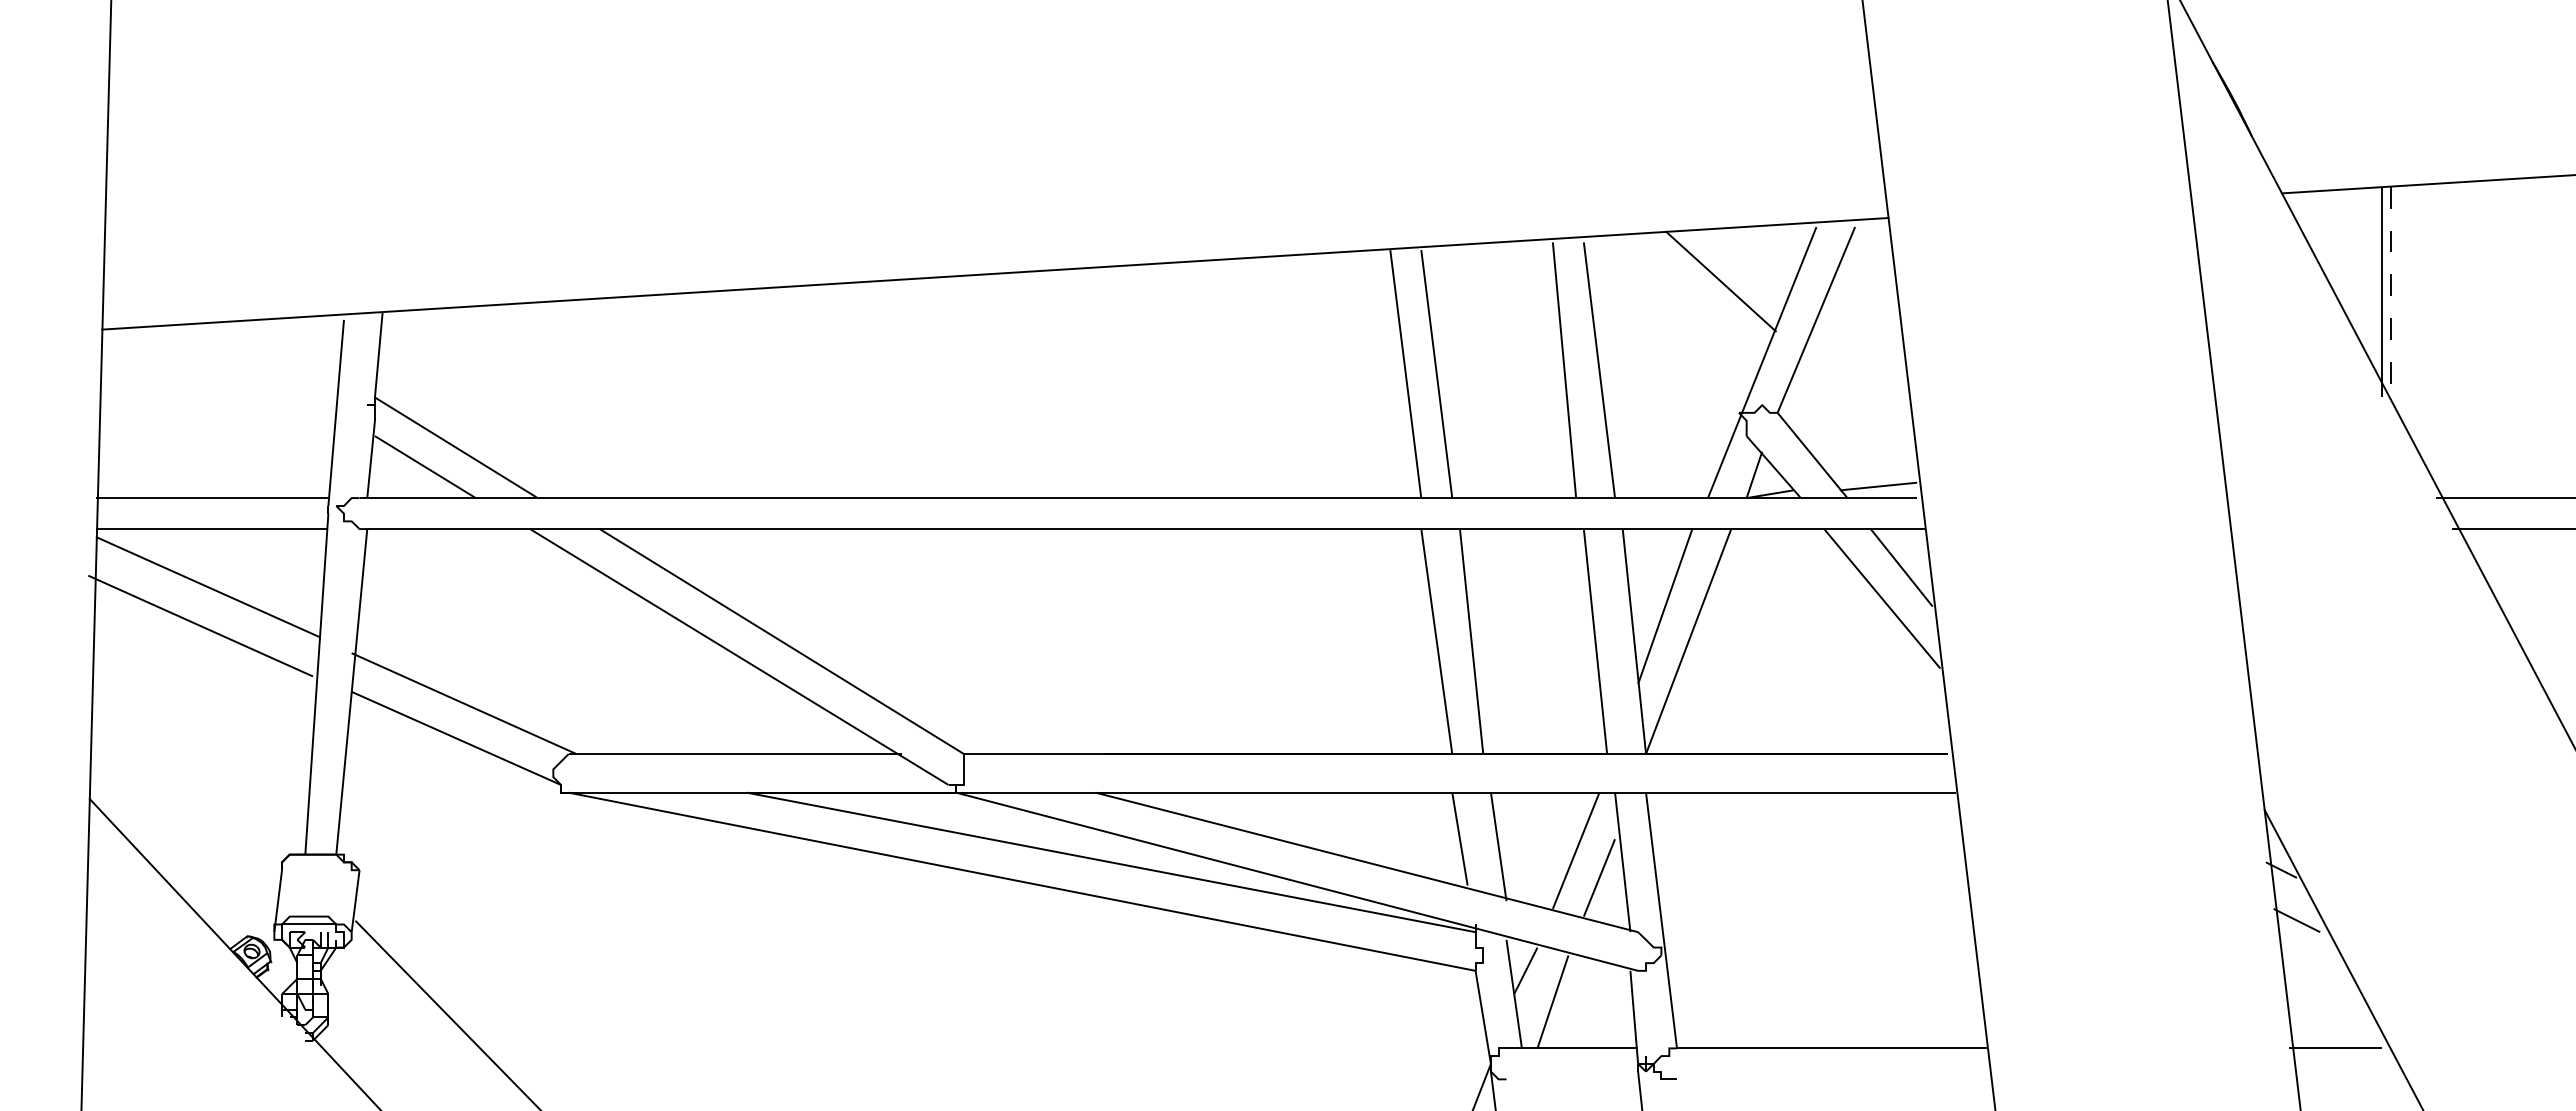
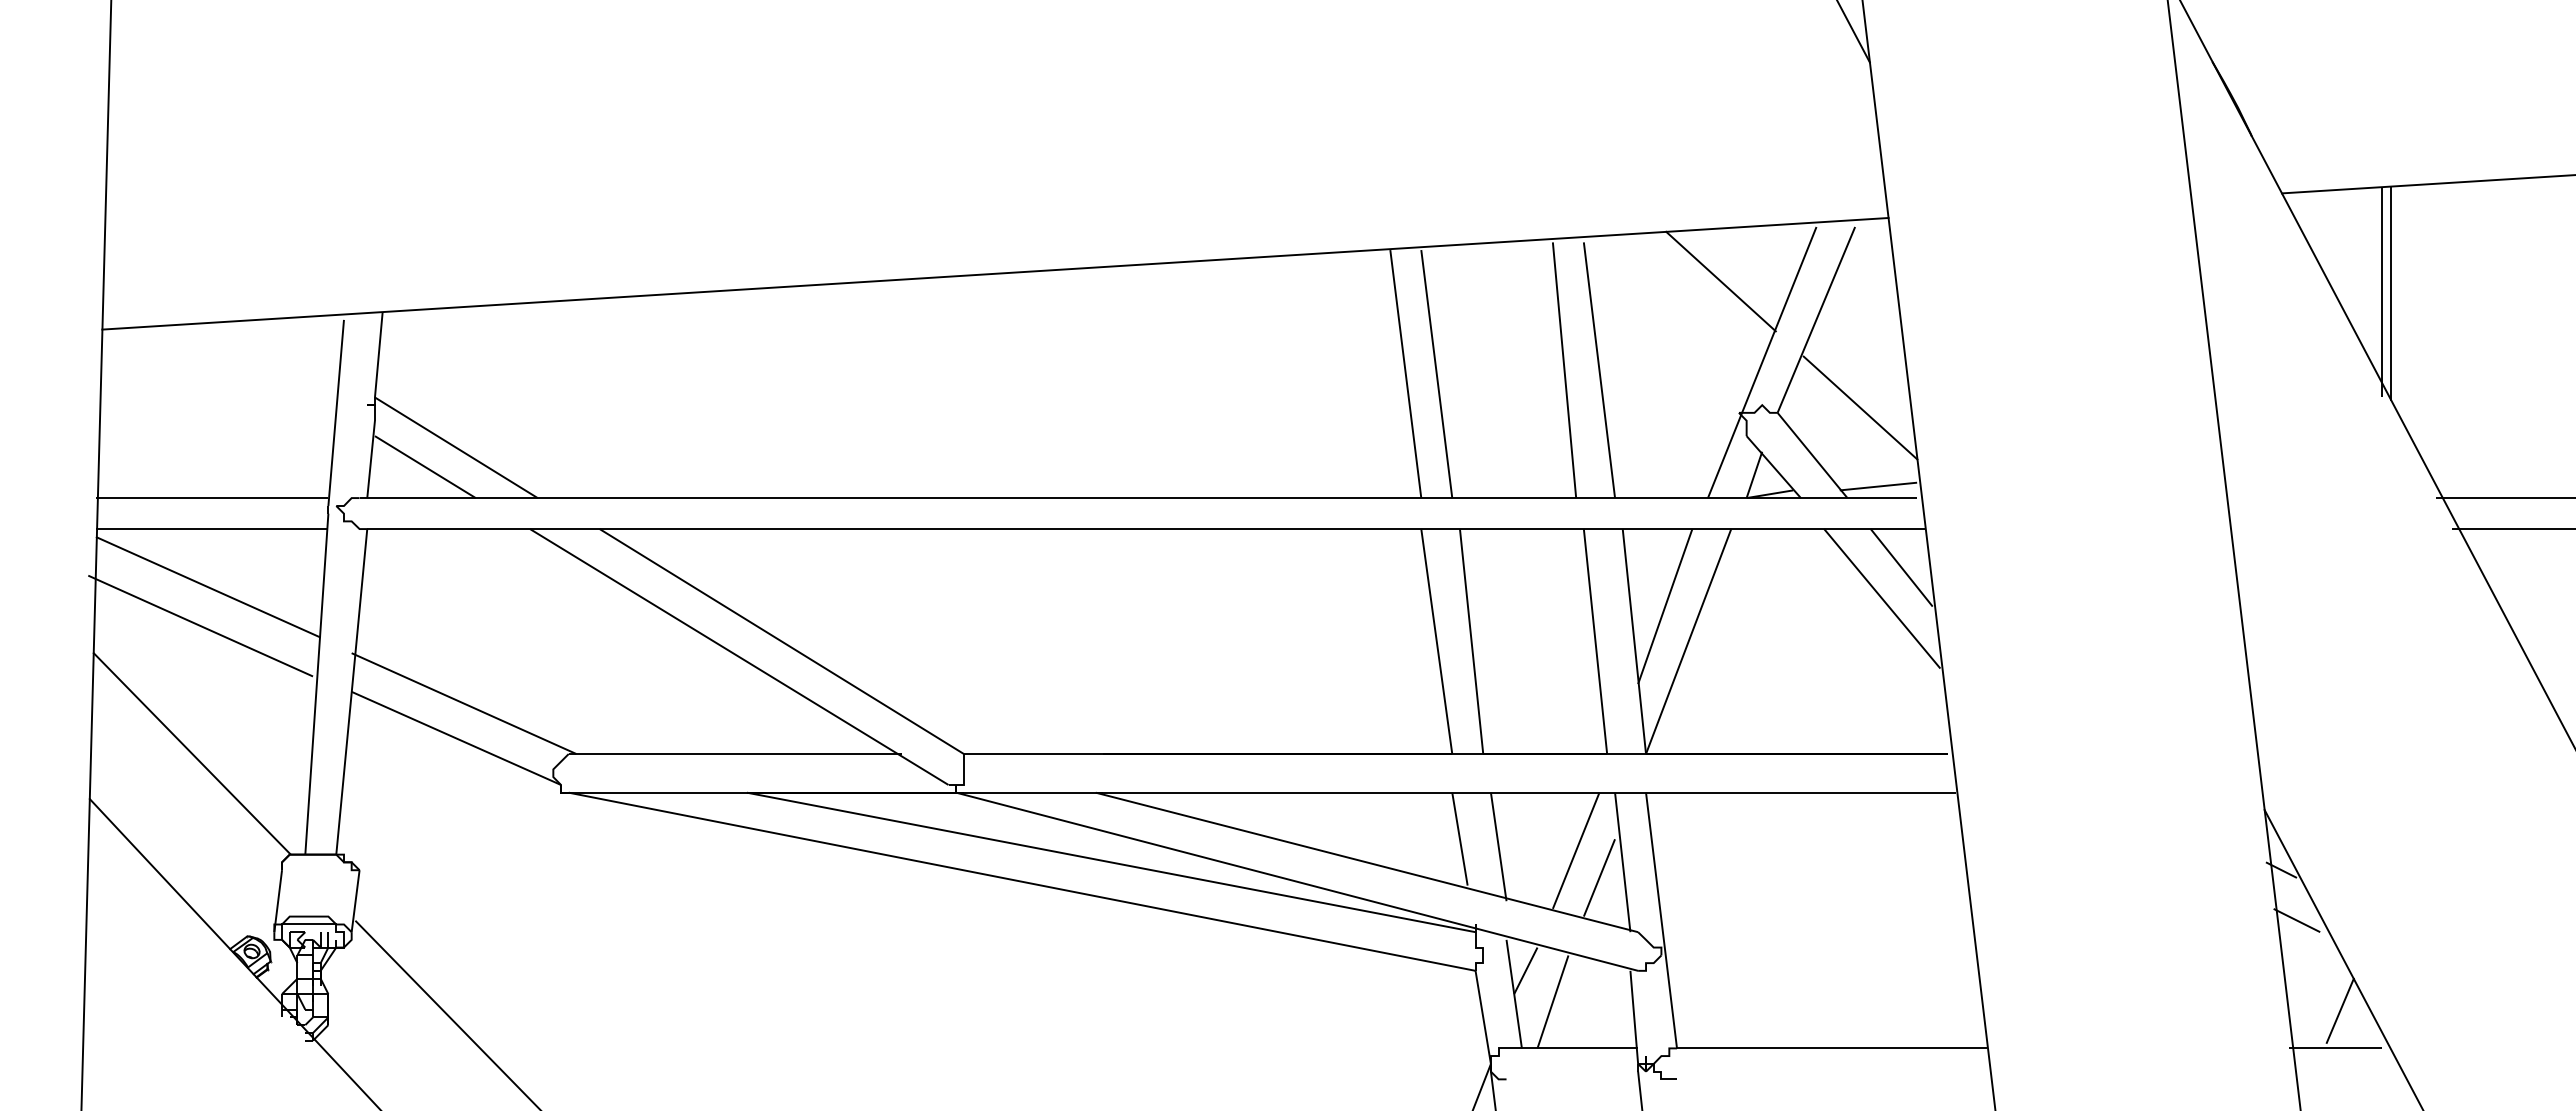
line at (1853, 32): none -> present
line at (2390, 293): dashed -> solid
line at (1860, 407): none -> present
line at (191, 753): none -> present
line at (2339, 1010): none -> present
